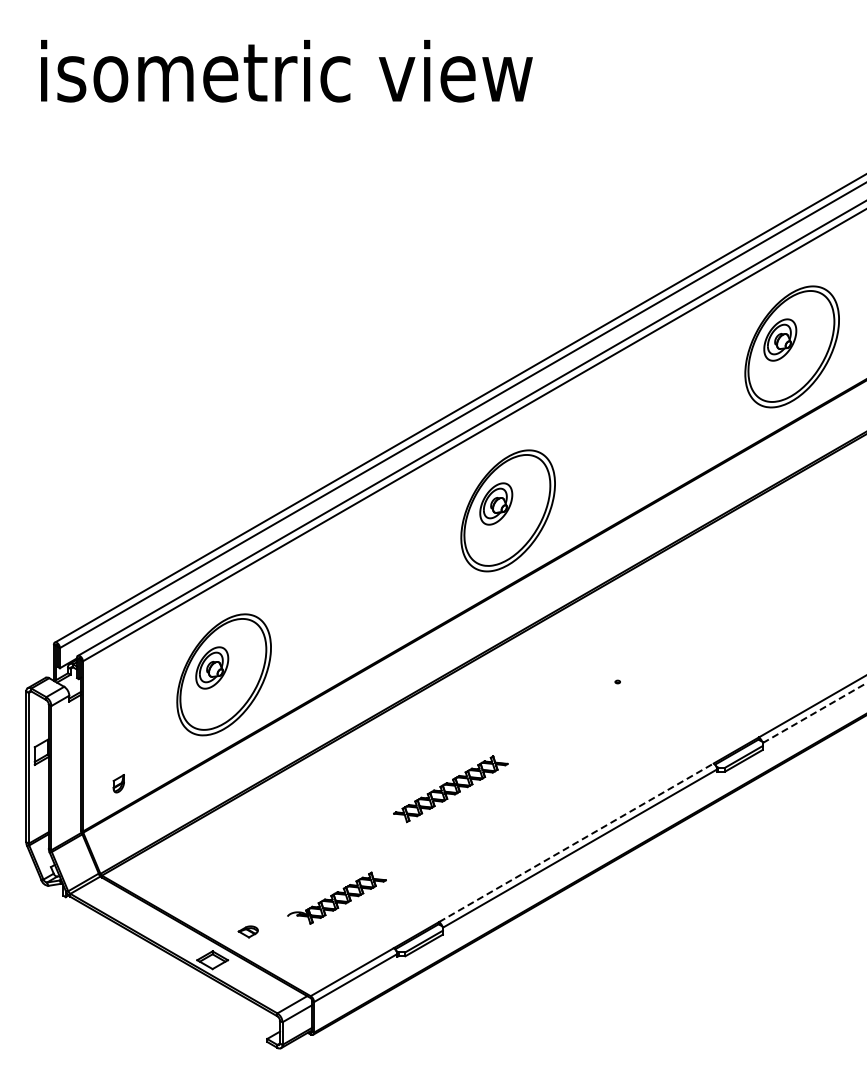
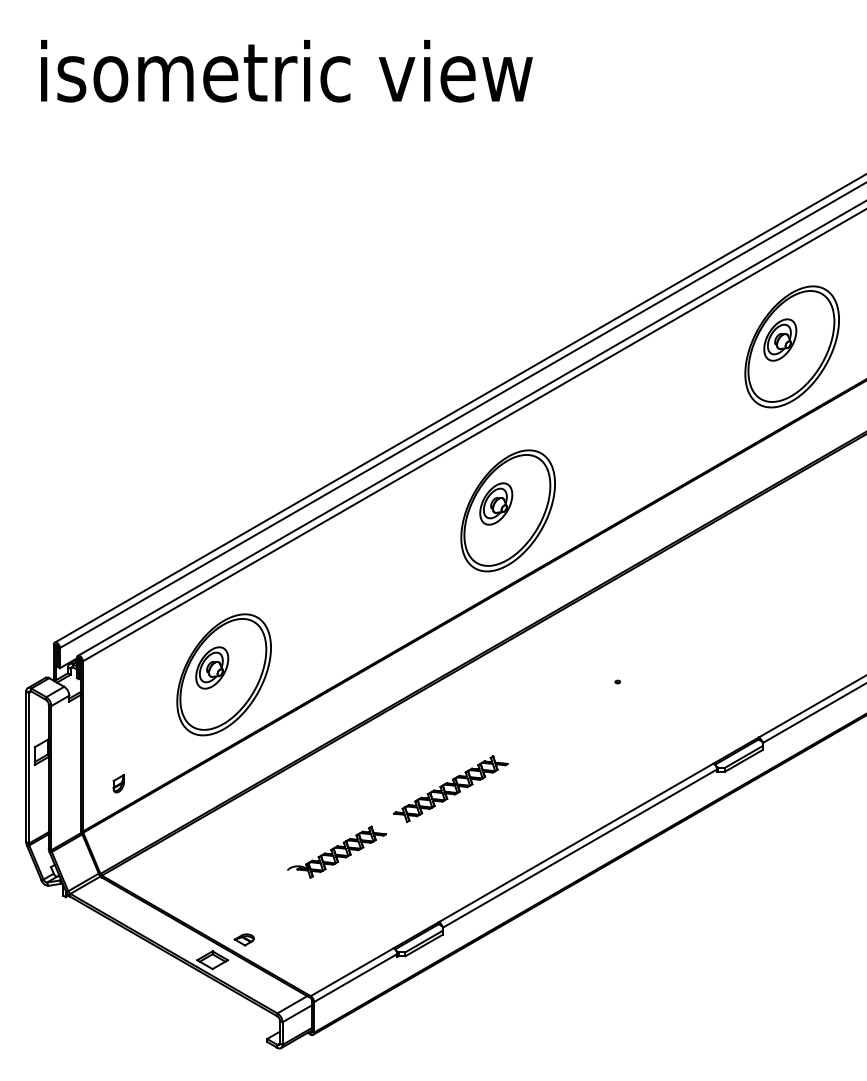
line at (814, 713): dashed -> solid
line at (576, 842): dashed -> solid
part at (336, 897) position: (336, 897) -> (336, 851)
part at (247, 931) position: (247, 931) -> (243, 939)
